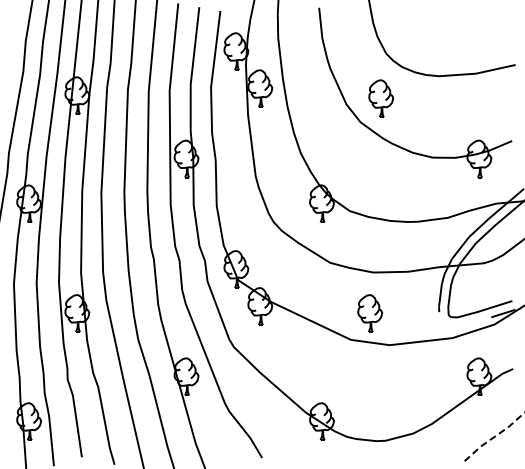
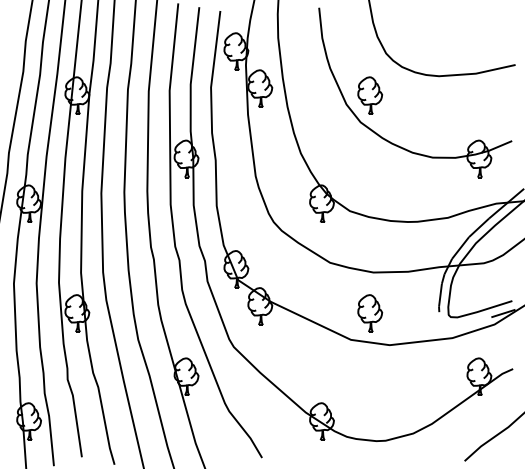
part at (380, 98) position: (380, 98) -> (369, 95)
line at (494, 436): dashed -> solid
